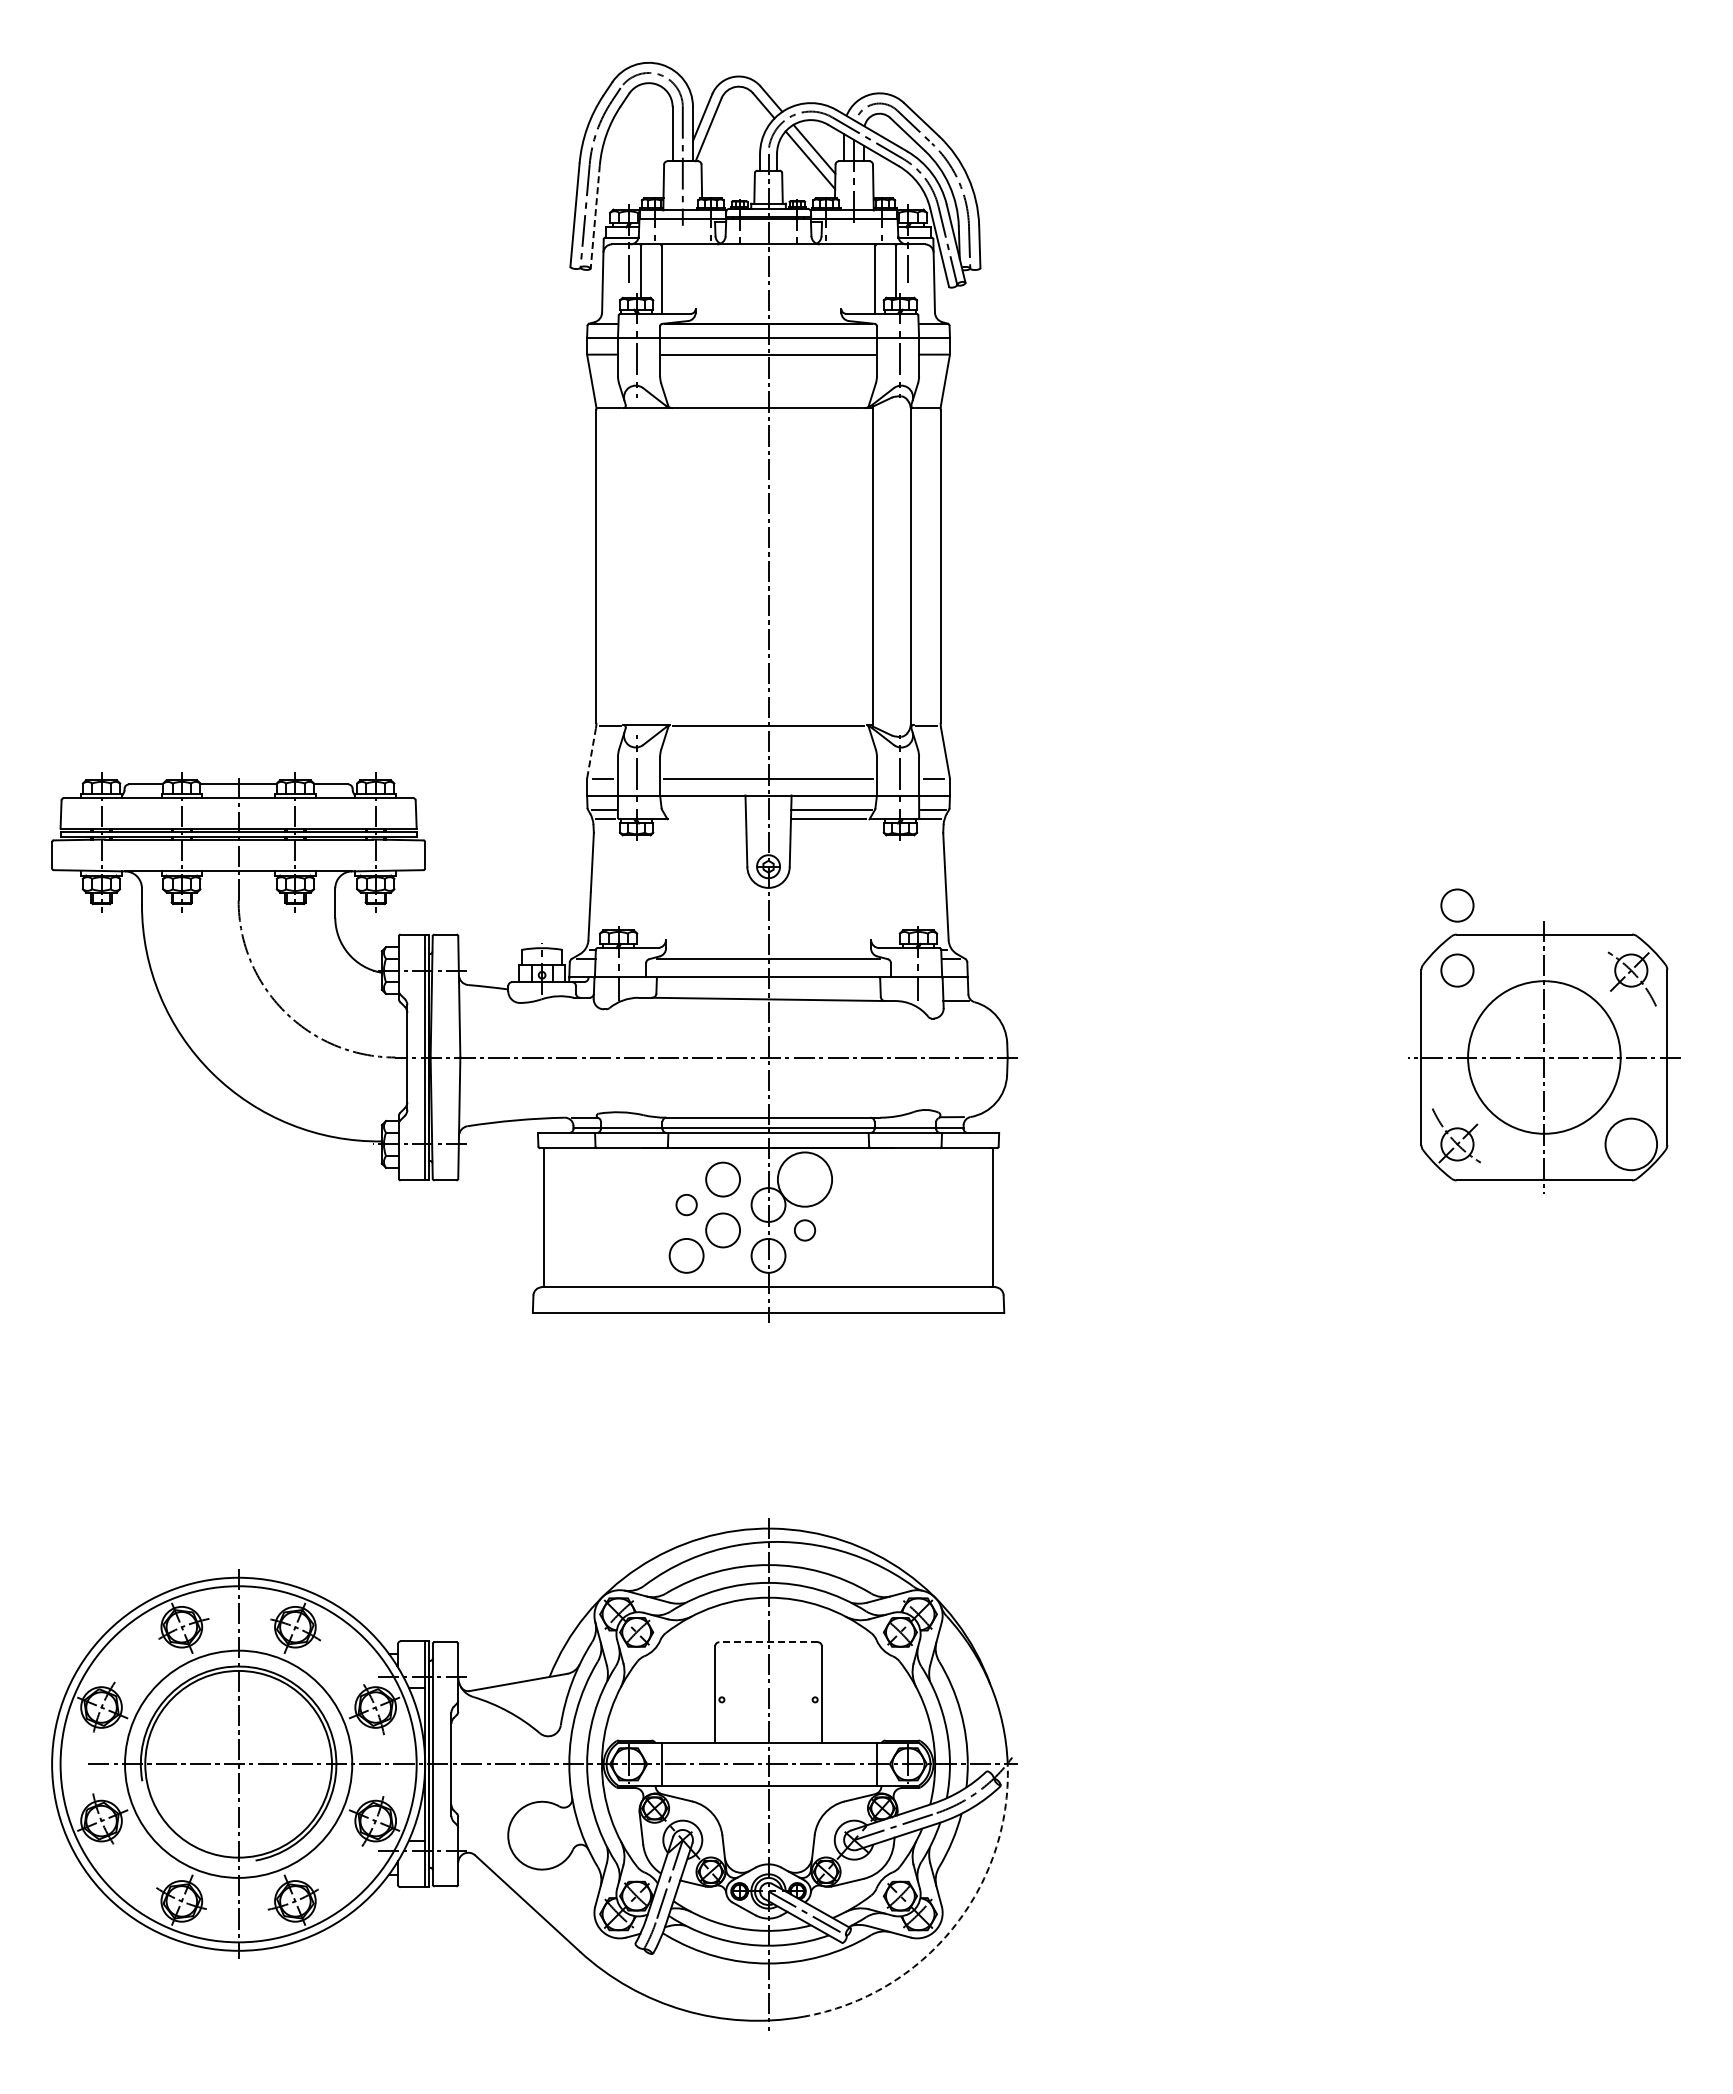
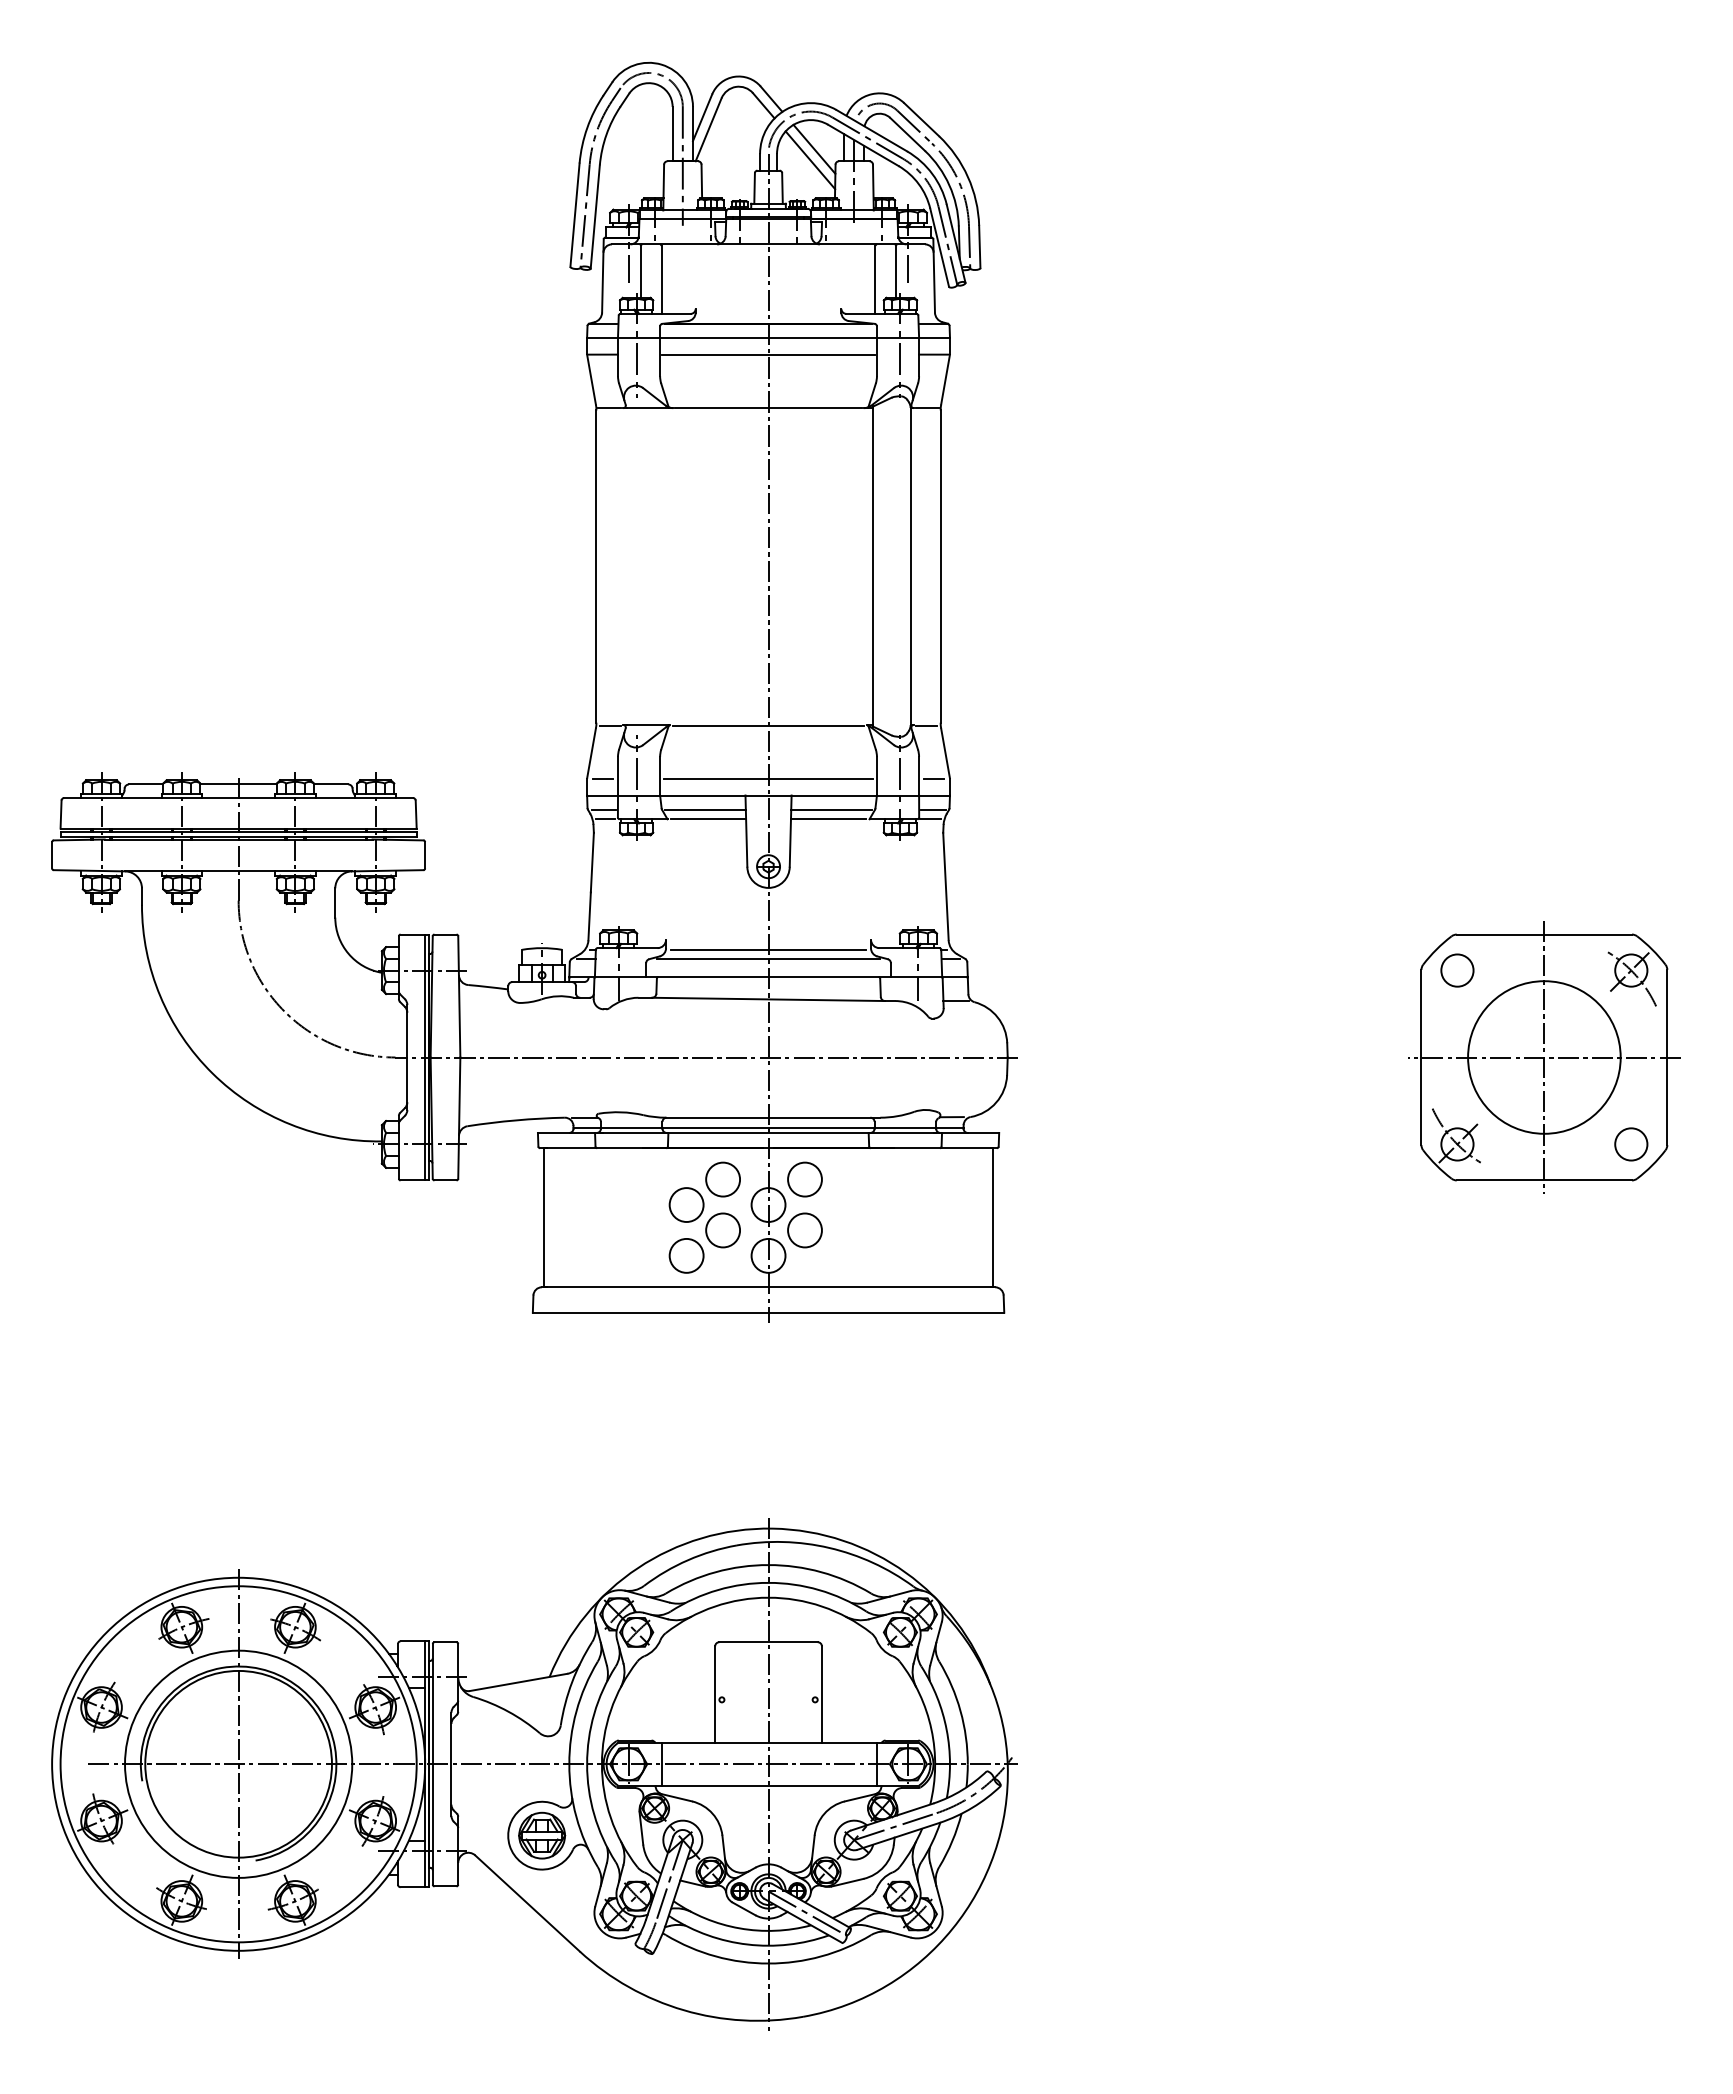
line at (595, 216): dashed -> solid
line at (591, 752): dashed -> solid
line at (705, 810): none -> present
line at (708, 818): none -> present
circle at (1457, 905): present -> none
line at (768, 950): none -> present
circle at (1631, 1144) diameter: 52 px -> 32 px
circle at (804, 1179) diameter: 54 px -> 34 px
circle at (686, 1204) diameter: 20 px -> 34 px
circle at (804, 1230) diameter: 20 px -> 34 px
line at (768, 1642): dashed -> solid
part at (542, 1835): none -> present
arc at (952, 1928): dashed -> solid
